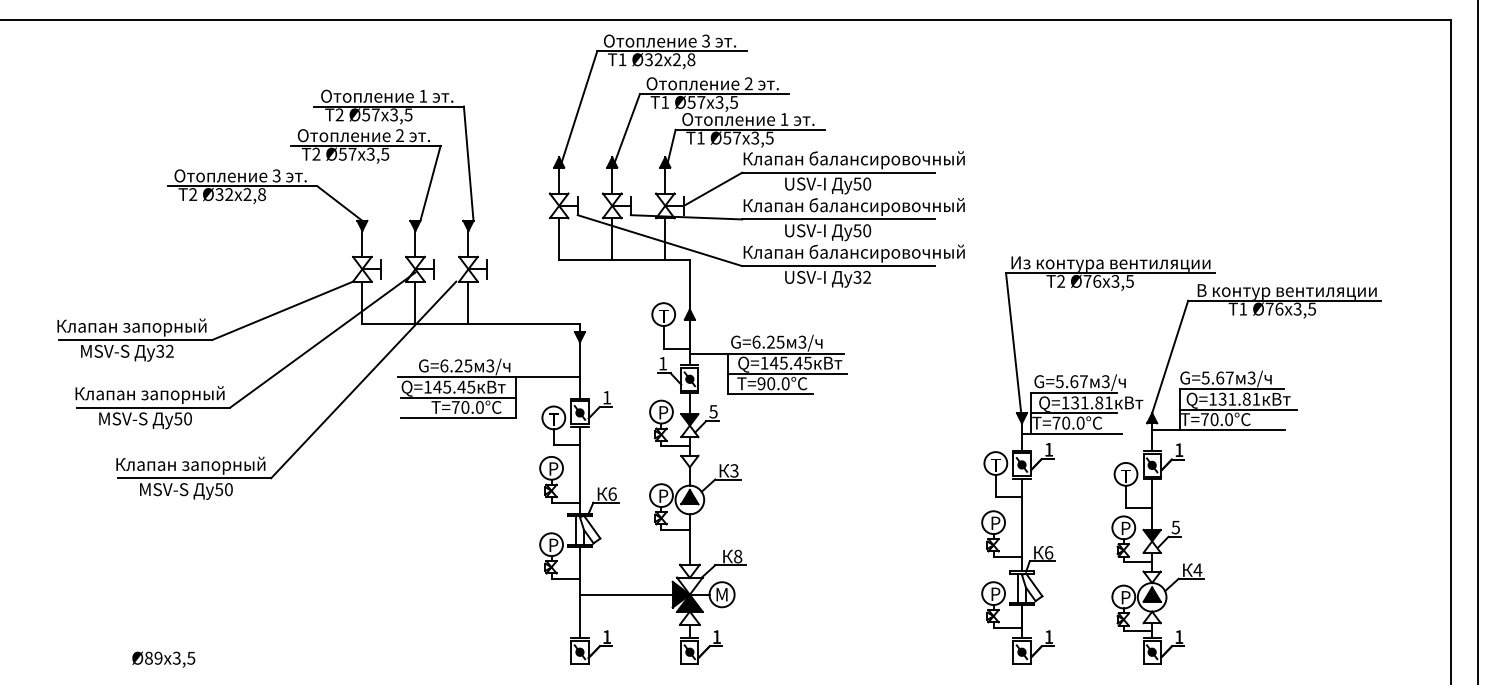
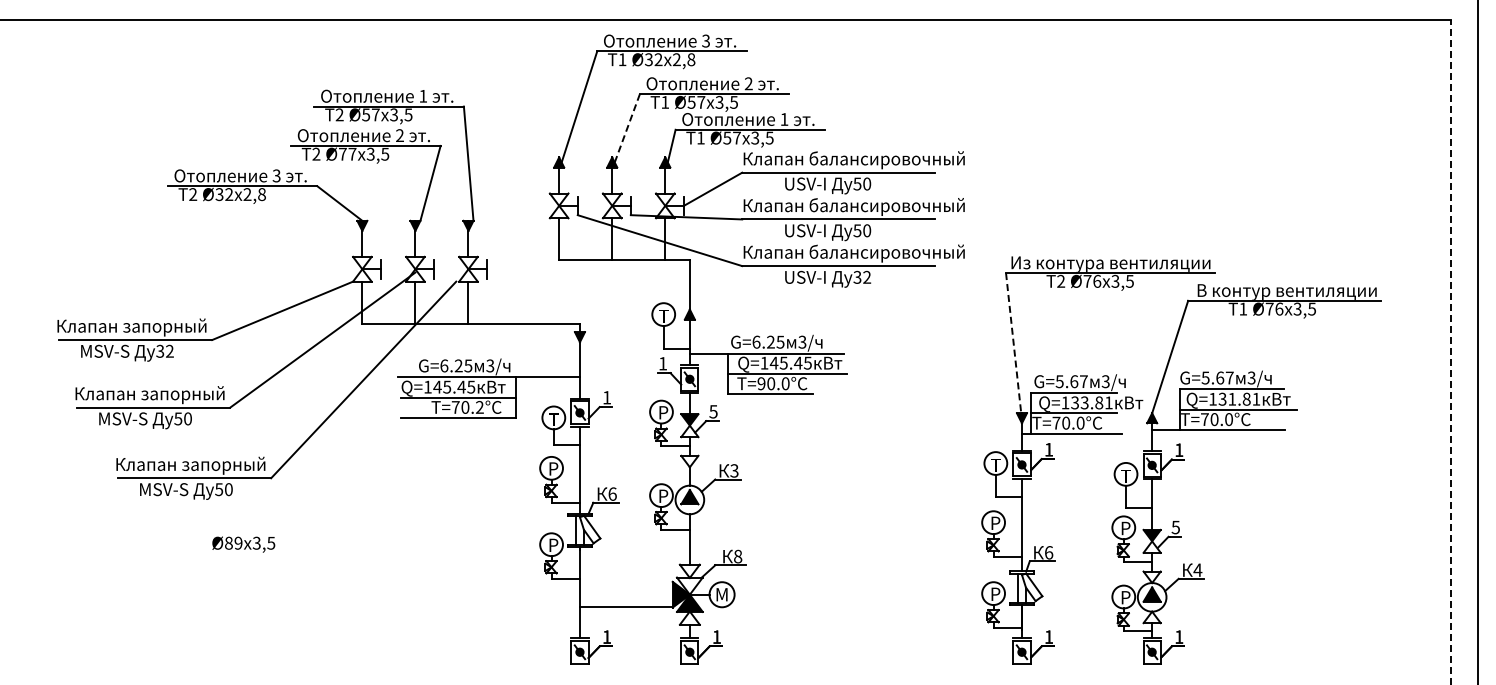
line at (627, 128): solid -> dashed
text at (342, 154): Ø57 -> Ø77
line at (1013, 343): solid -> dashed
line at (1451, 352): solid -> dashed
text at (1084, 402): Q=131.81 -> Q=133.81
text at (479, 407): T=70.0°C -> T=70.2°C
line at (625, 594) position: (625, 594) -> (625, 606)
text at (163, 659) position: (163, 659) -> (243, 544)
